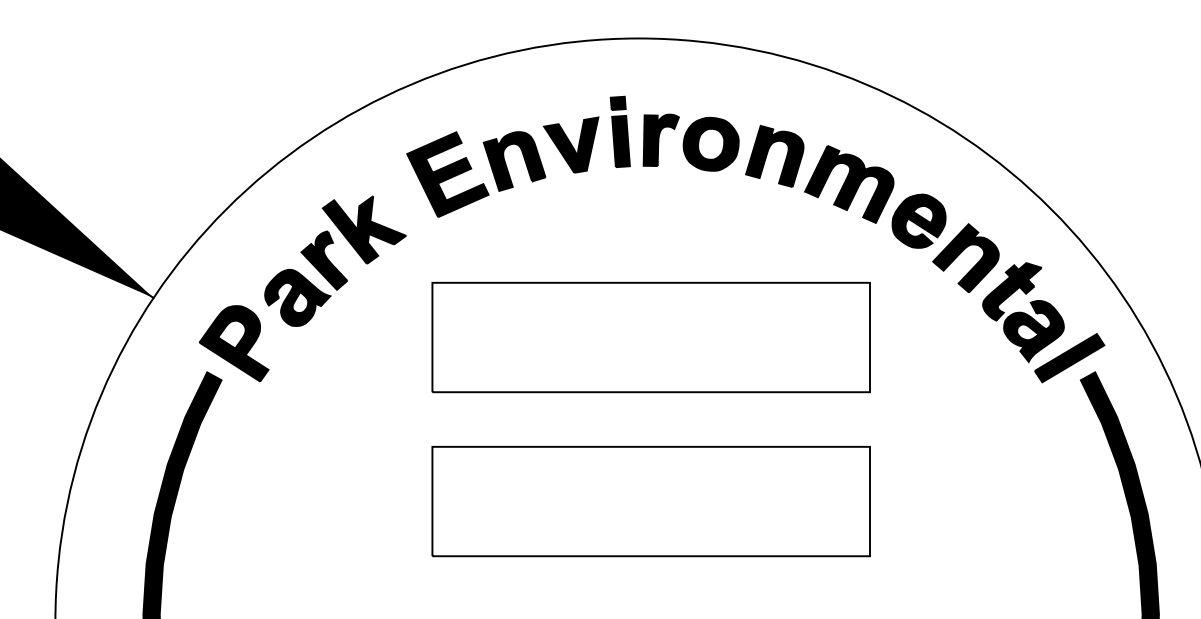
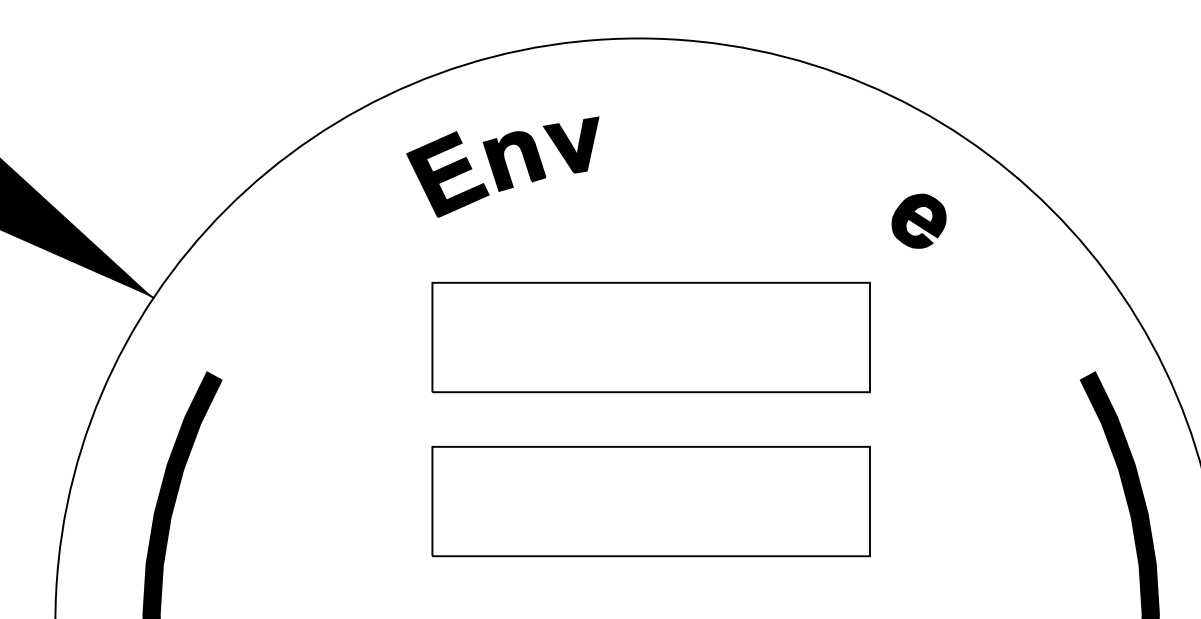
part at (751, 159): present -> none
part at (302, 288): present -> none
part at (1018, 311): present -> none
